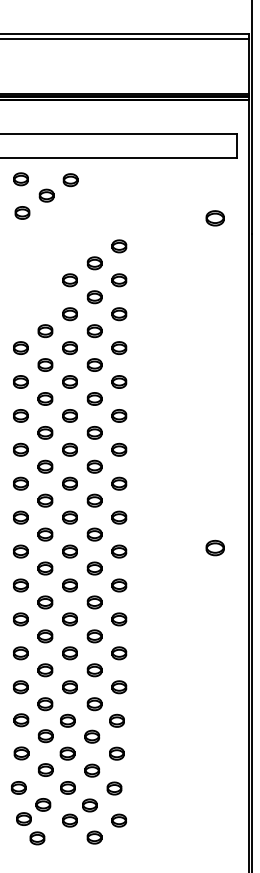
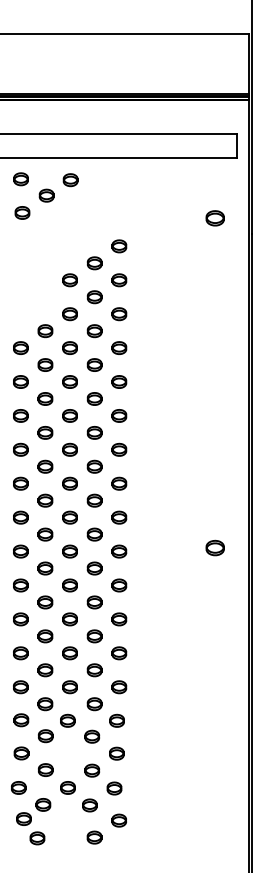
line at (125, 38): present -> none
part at (67, 753): present -> none
part at (69, 820): present -> none
